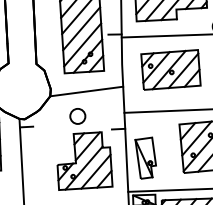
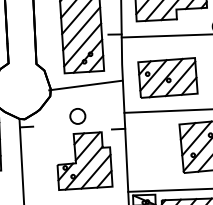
part at (170, 69) position: (170, 69) -> (167, 77)
line at (86, 91) position: (86, 91) -> (85, 85)
part at (145, 157): present -> none
